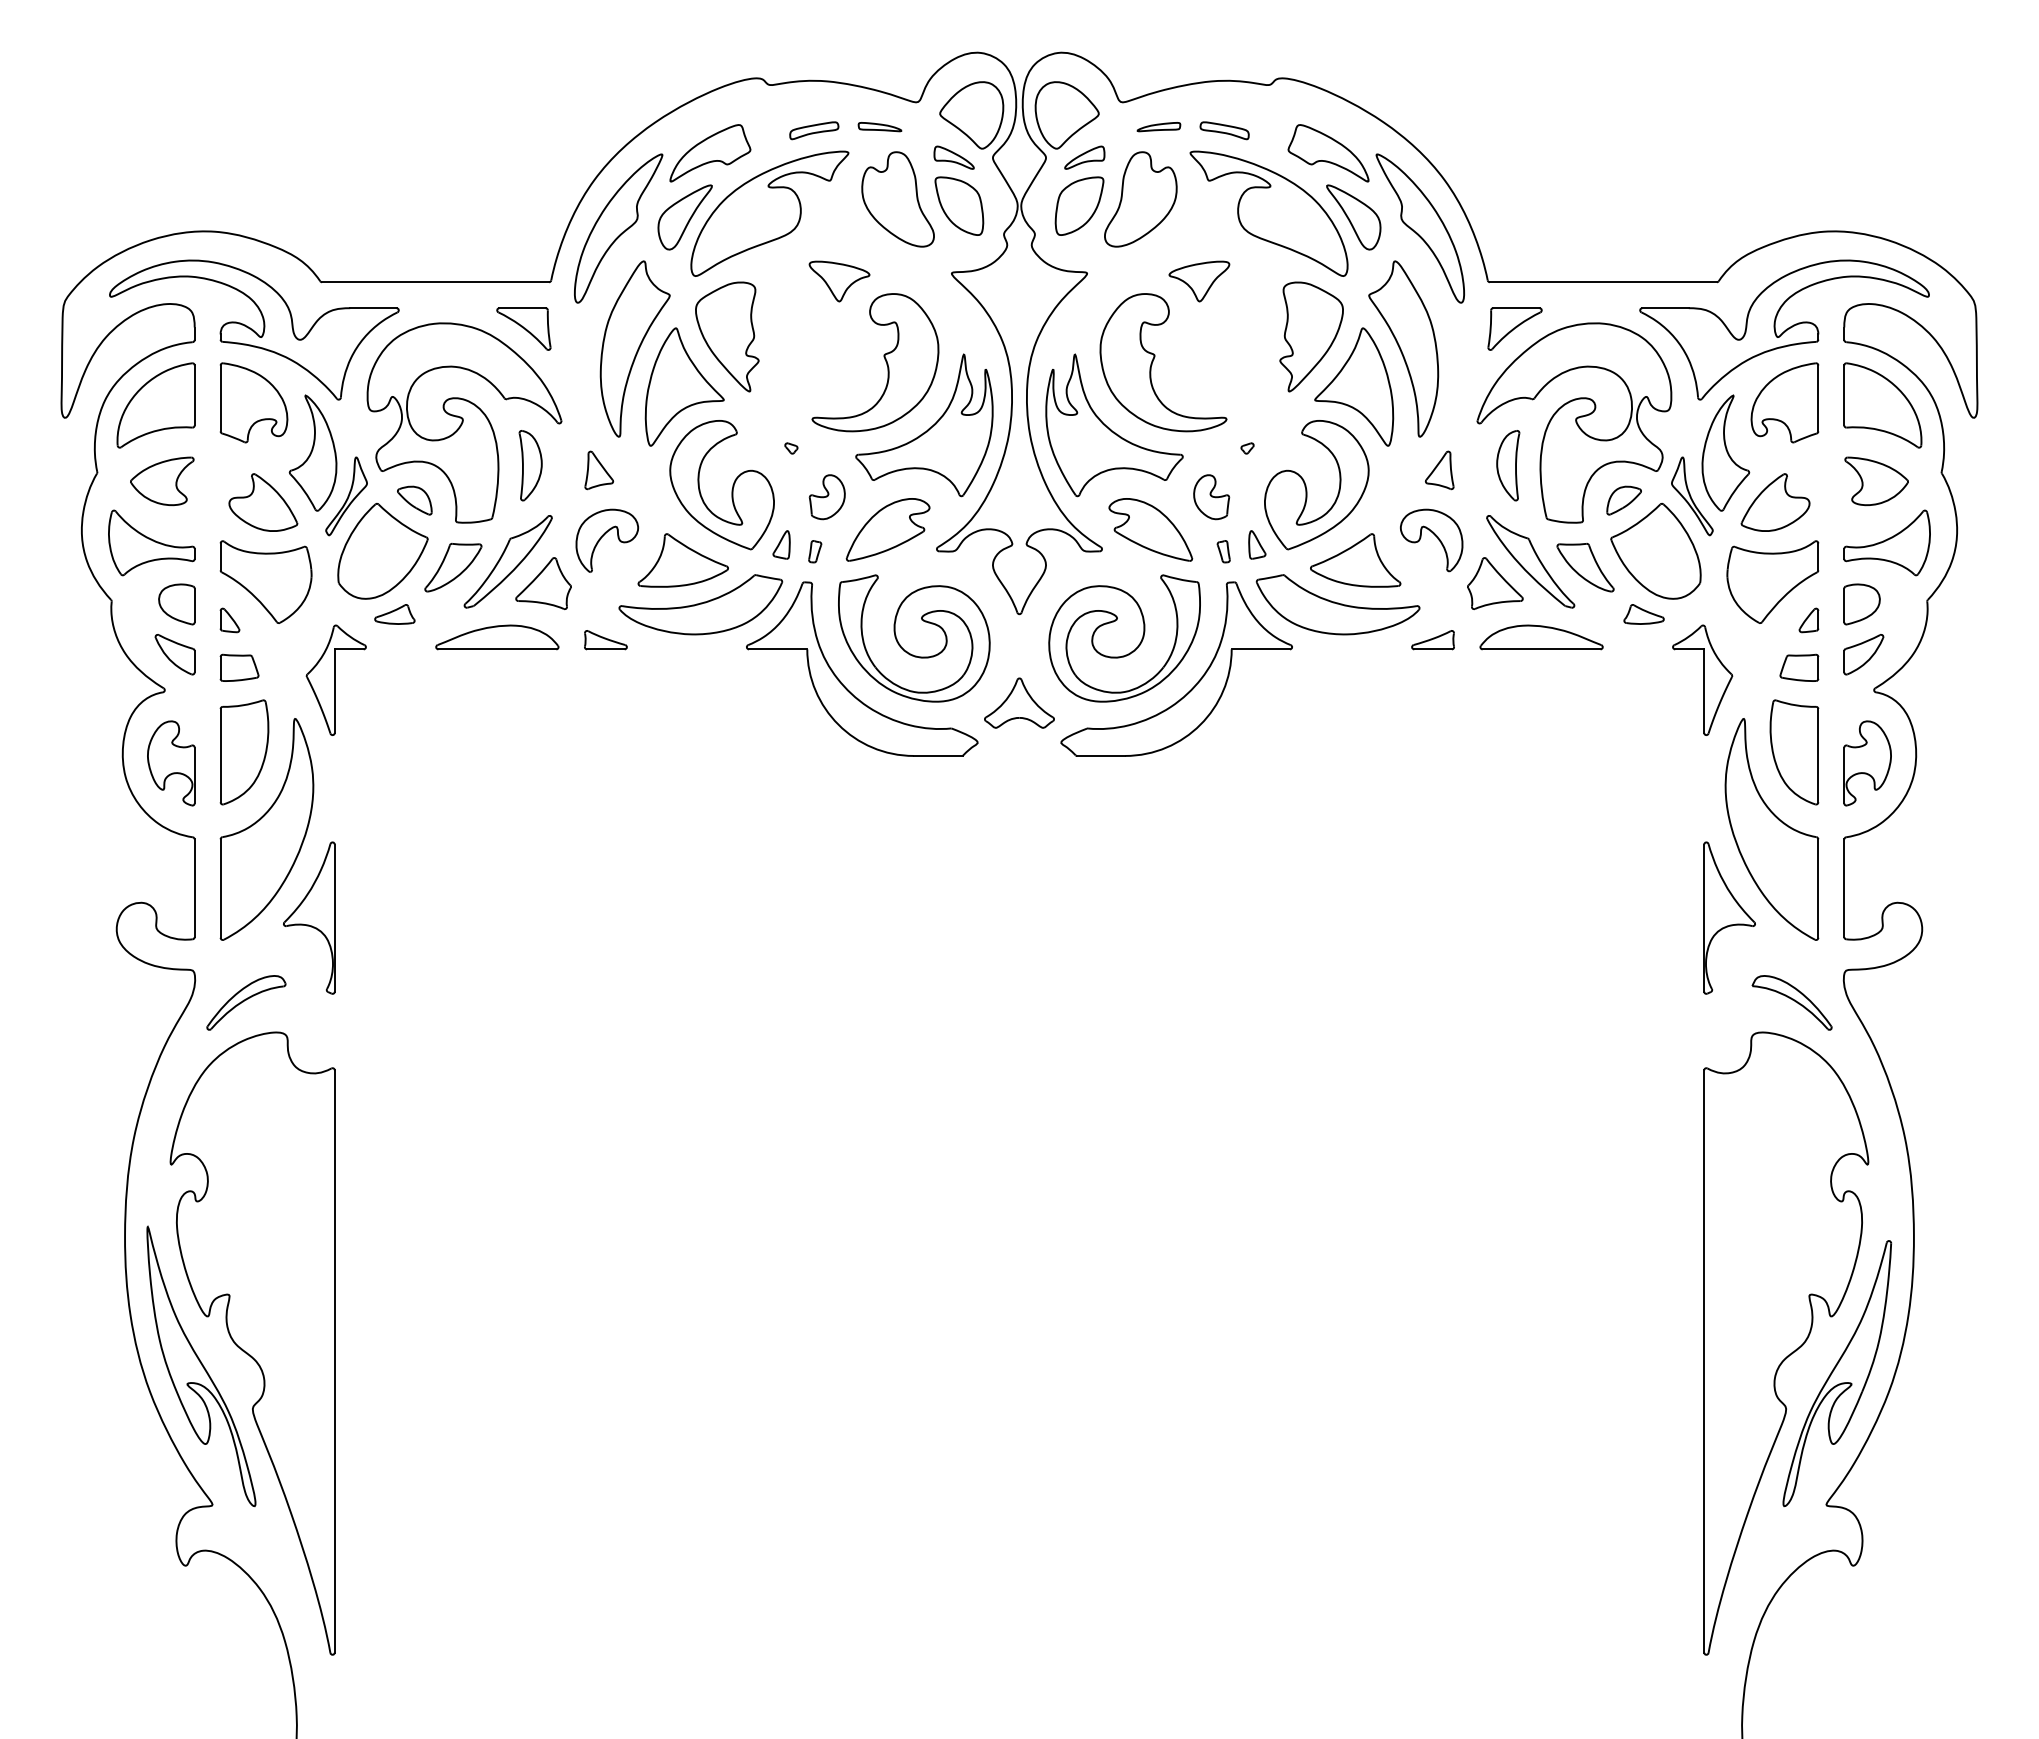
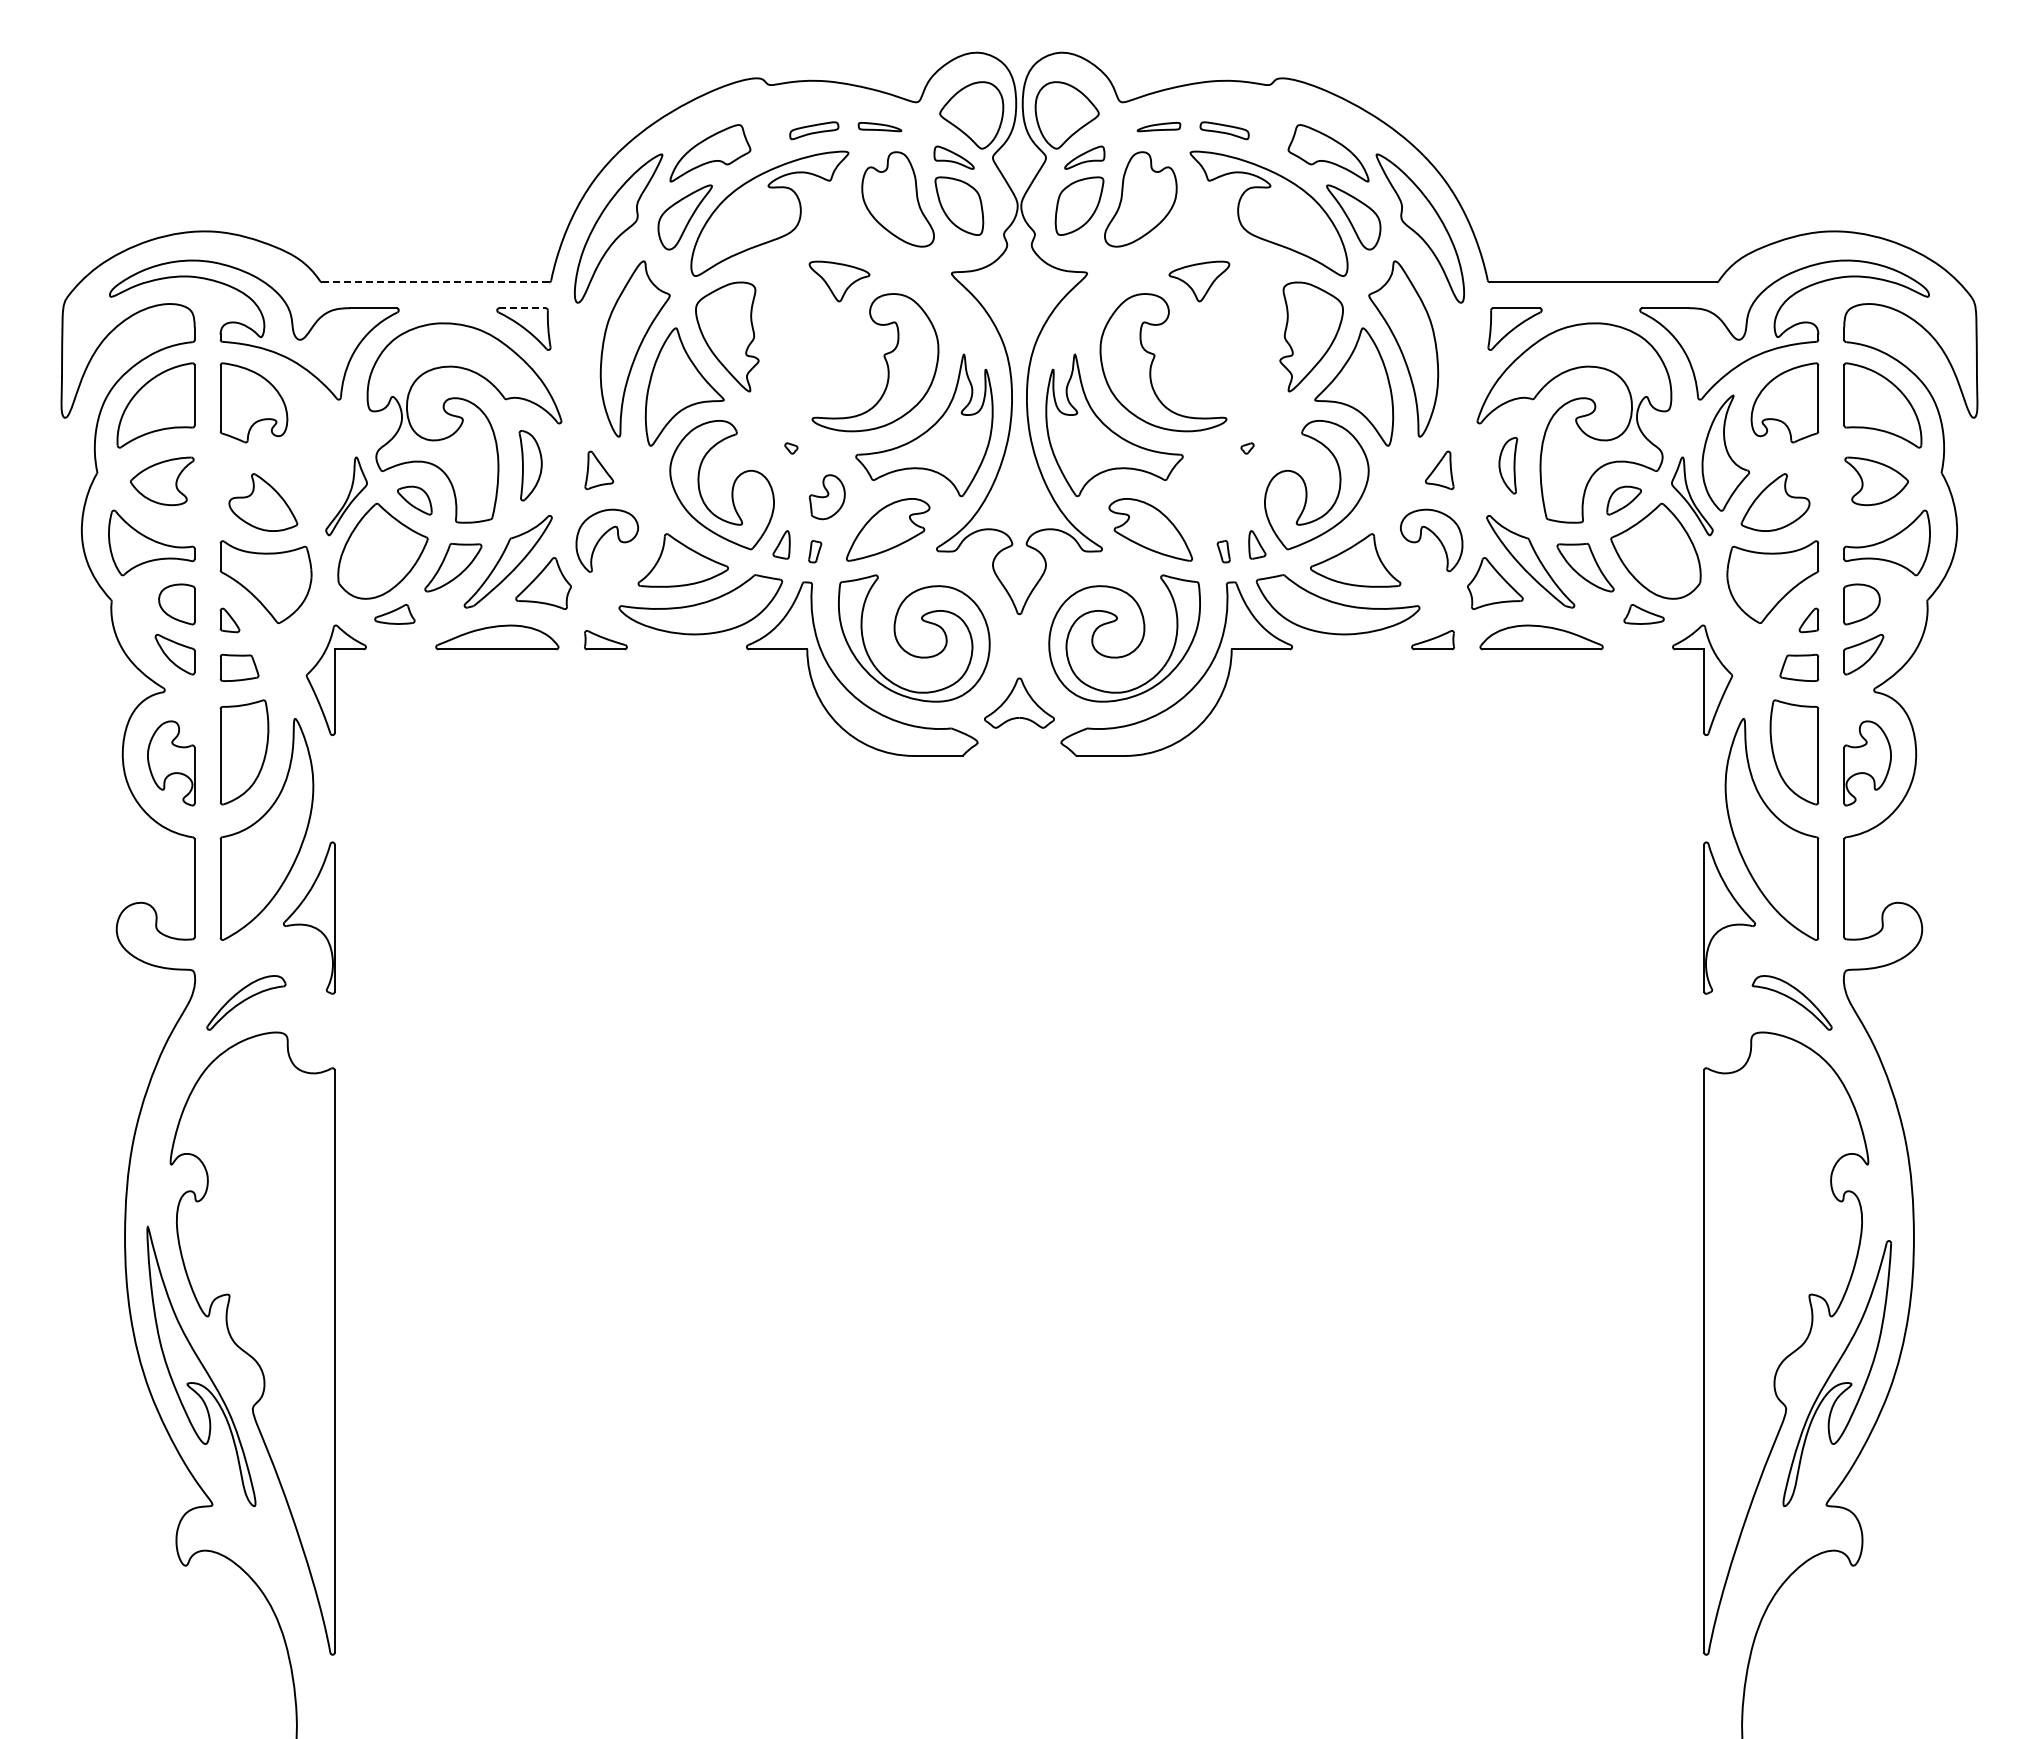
line at (435, 282): solid -> dashed
line at (523, 308): solid -> dashed
part at (312, 452): present -> none
part at (1508, 465) size: 25x72 px -> 21x58 px
part at (1211, 497): present -> none
